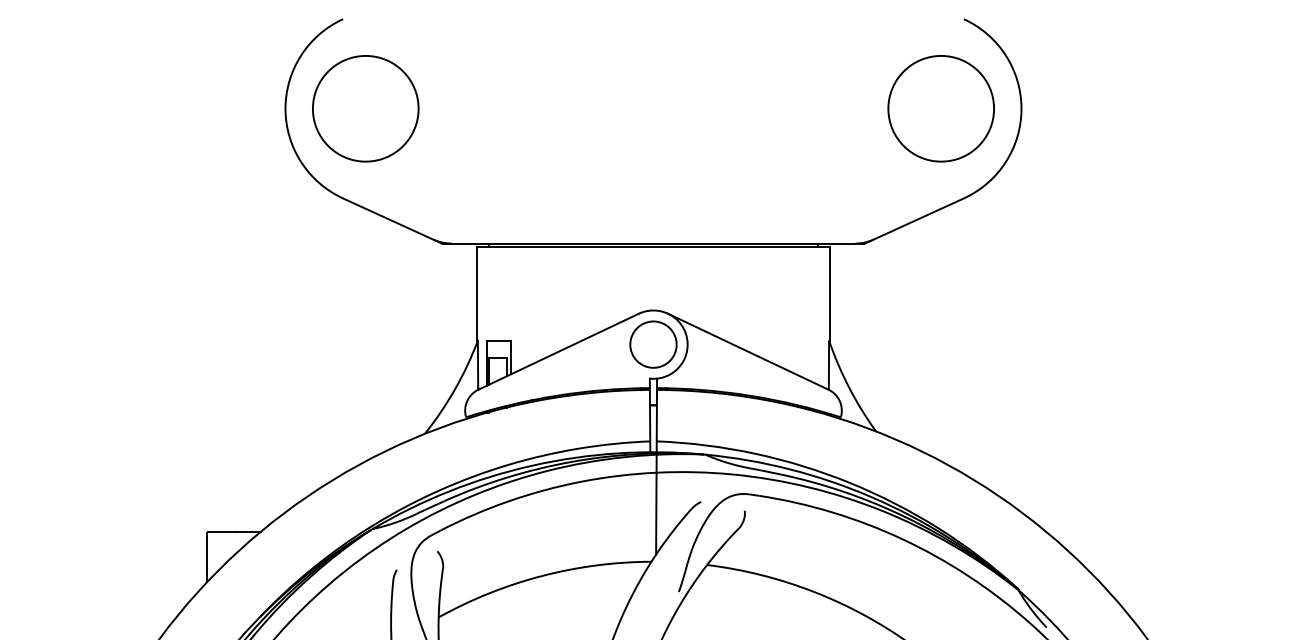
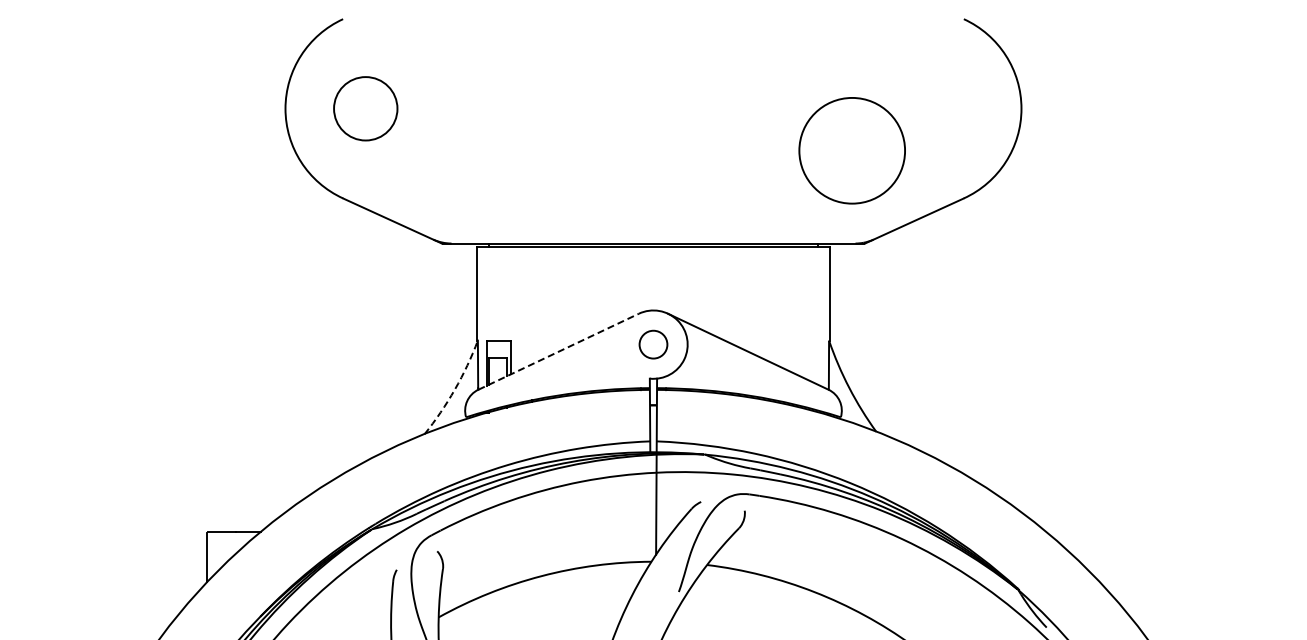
circle at (365, 108) diameter: 106 px -> 63 px
circle at (940, 108) position: (940, 108) -> (851, 150)
circle at (653, 344) diameter: 46 px -> 28 px
line at (558, 351): solid -> dashed
arc at (454, 389): solid -> dashed
